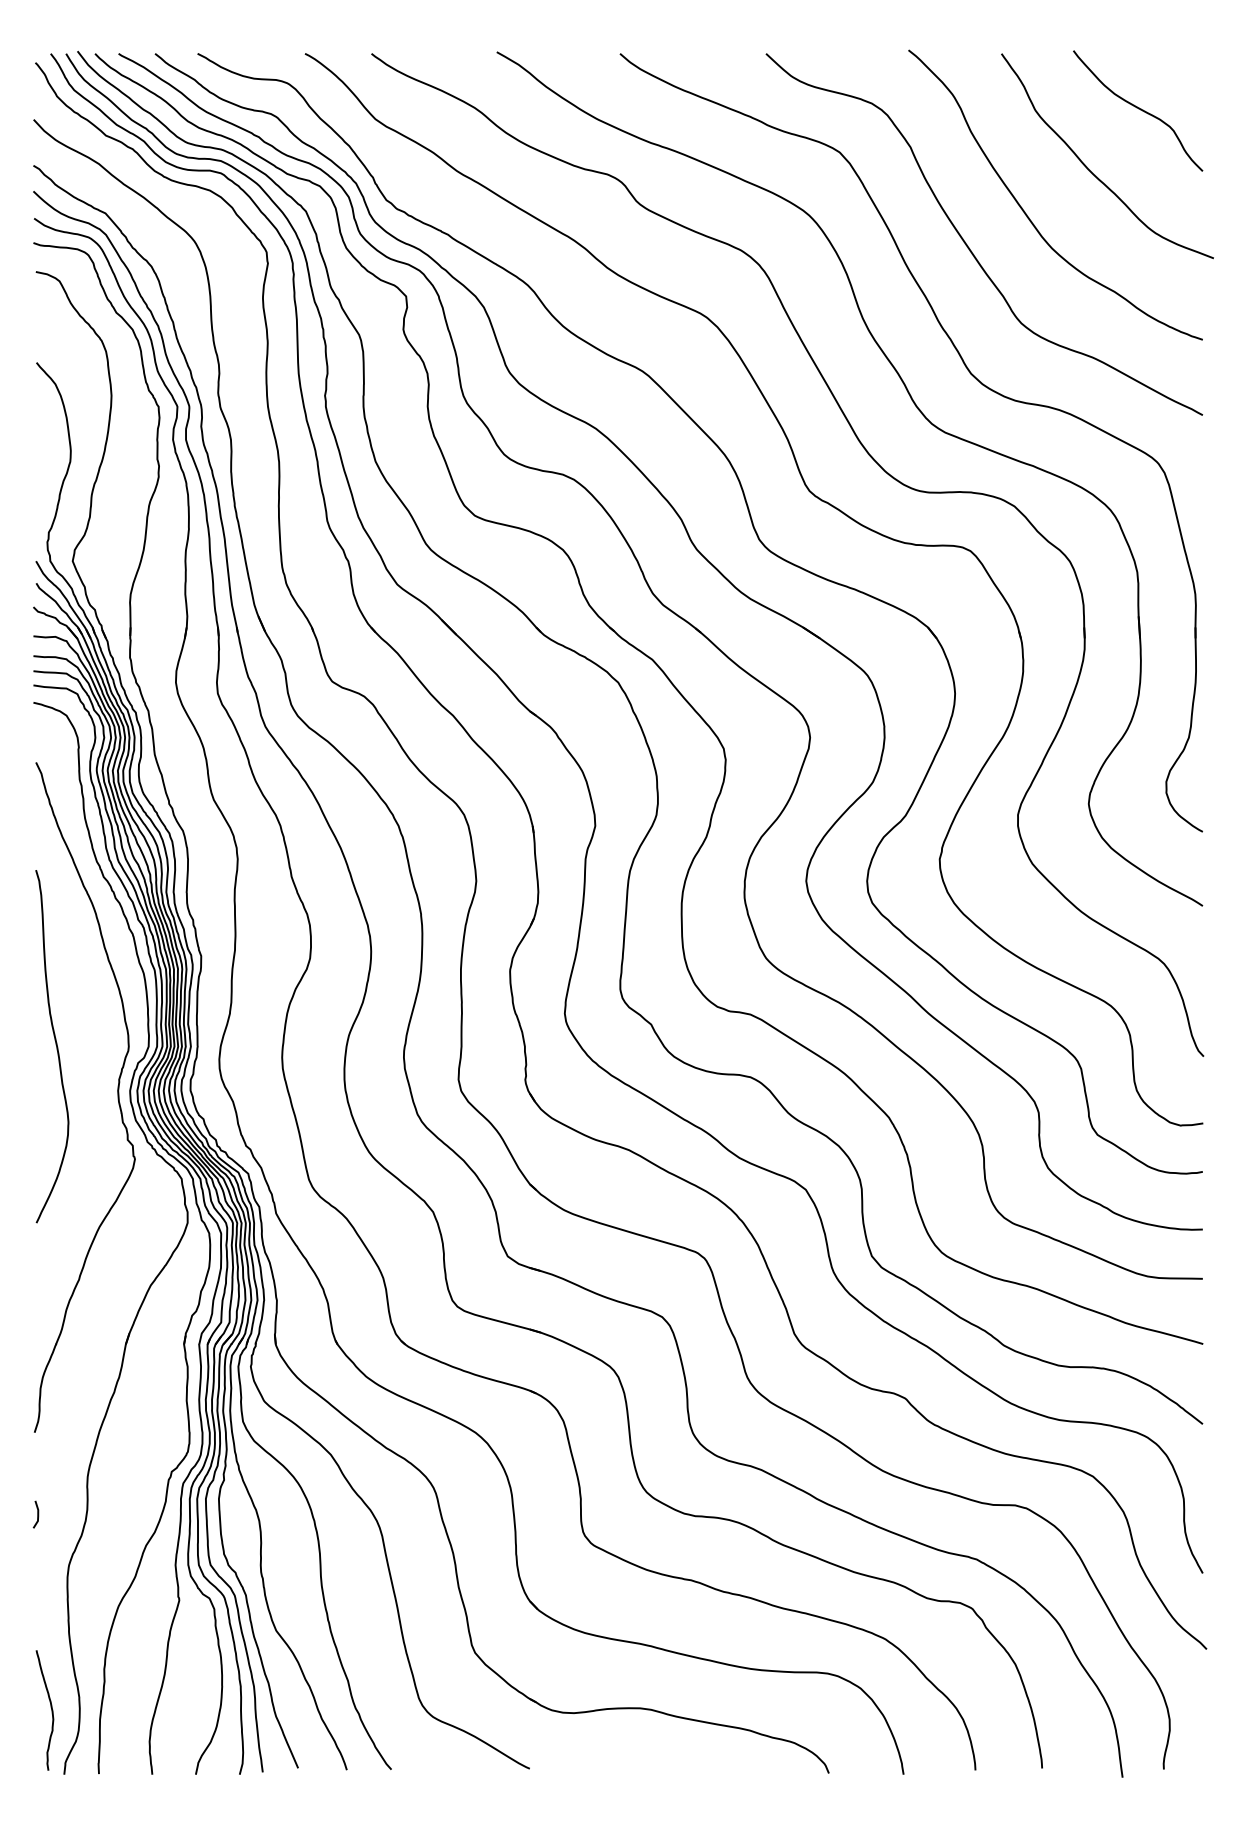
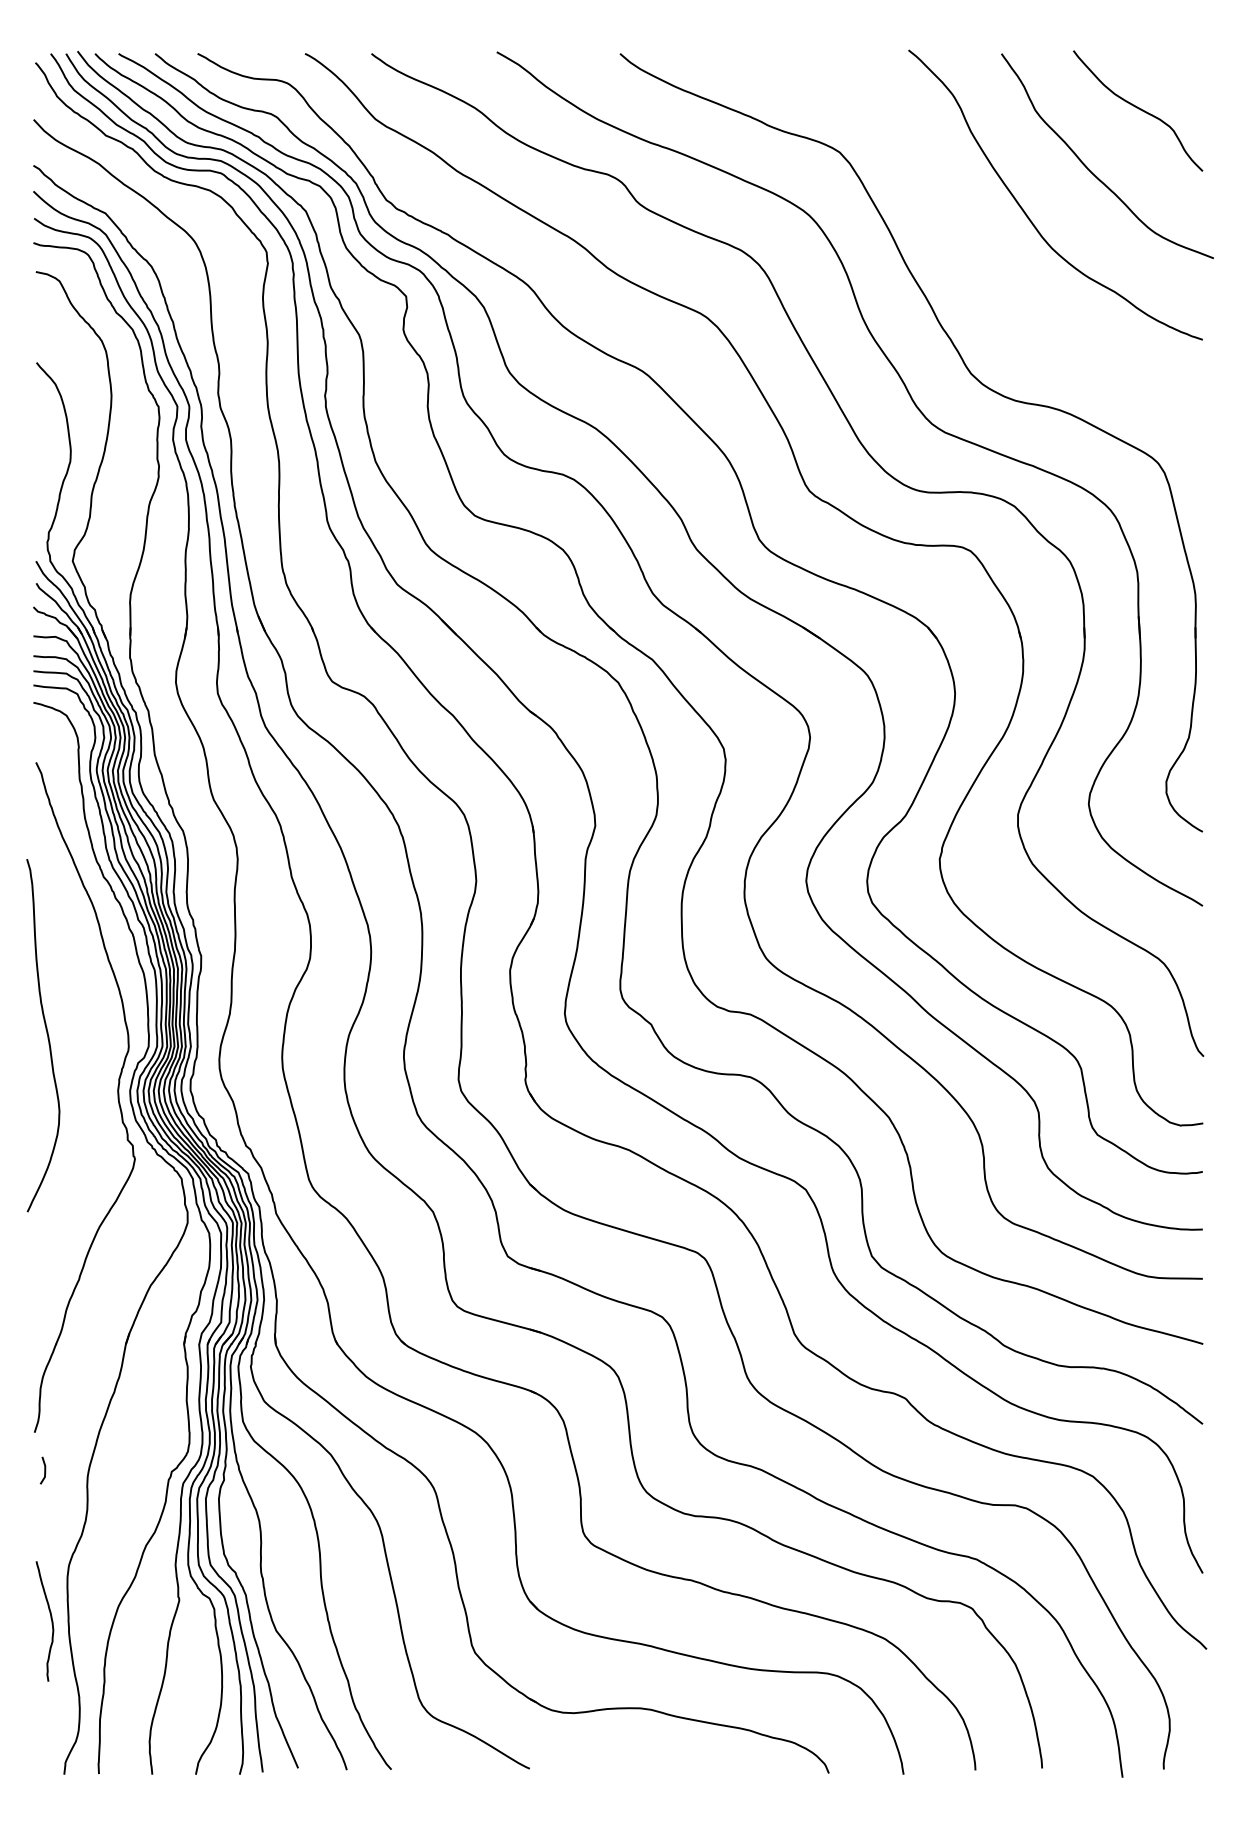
curve at (967, 244): present -> none
curve at (55, 1044) position: (55, 1044) -> (46, 1033)
line at (37, 1514) position: (37, 1514) -> (44, 1470)
curve at (50, 1707) position: (50, 1707) -> (50, 1618)
